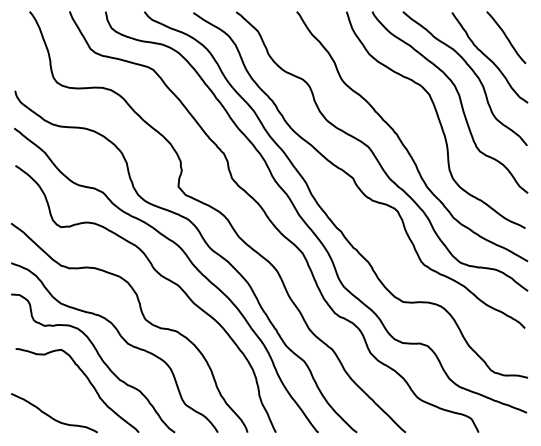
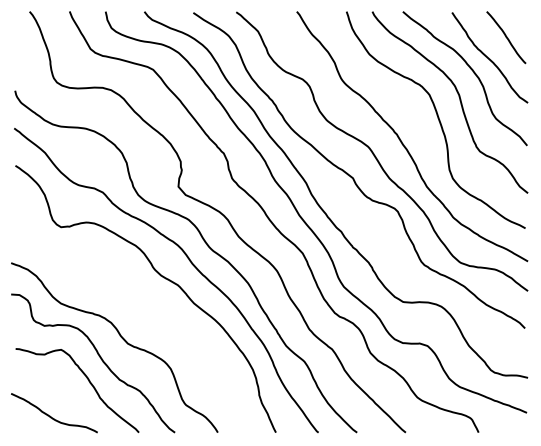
curve at (143, 318): present -> none
